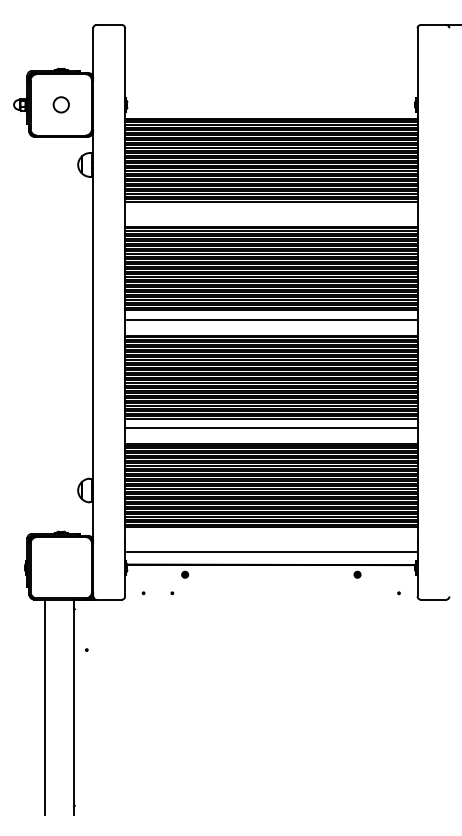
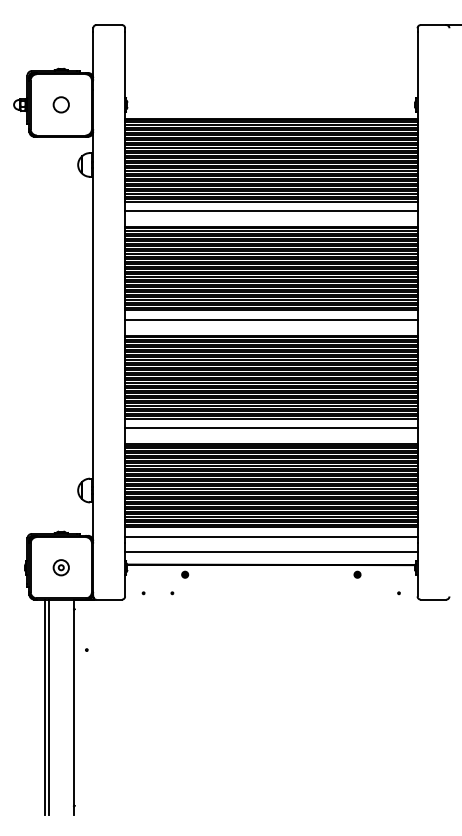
line at (271, 211): none -> present
line at (271, 536): none -> present
part at (60, 567): none -> present
line at (48, 707): none -> present
